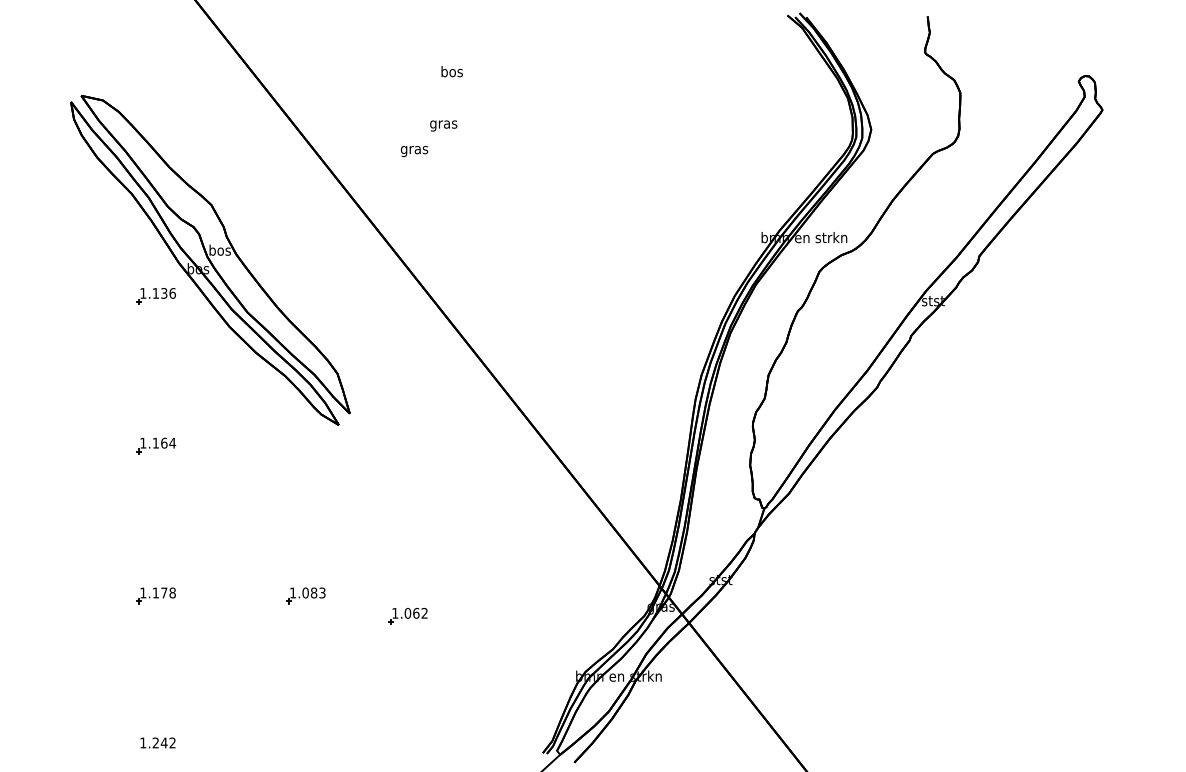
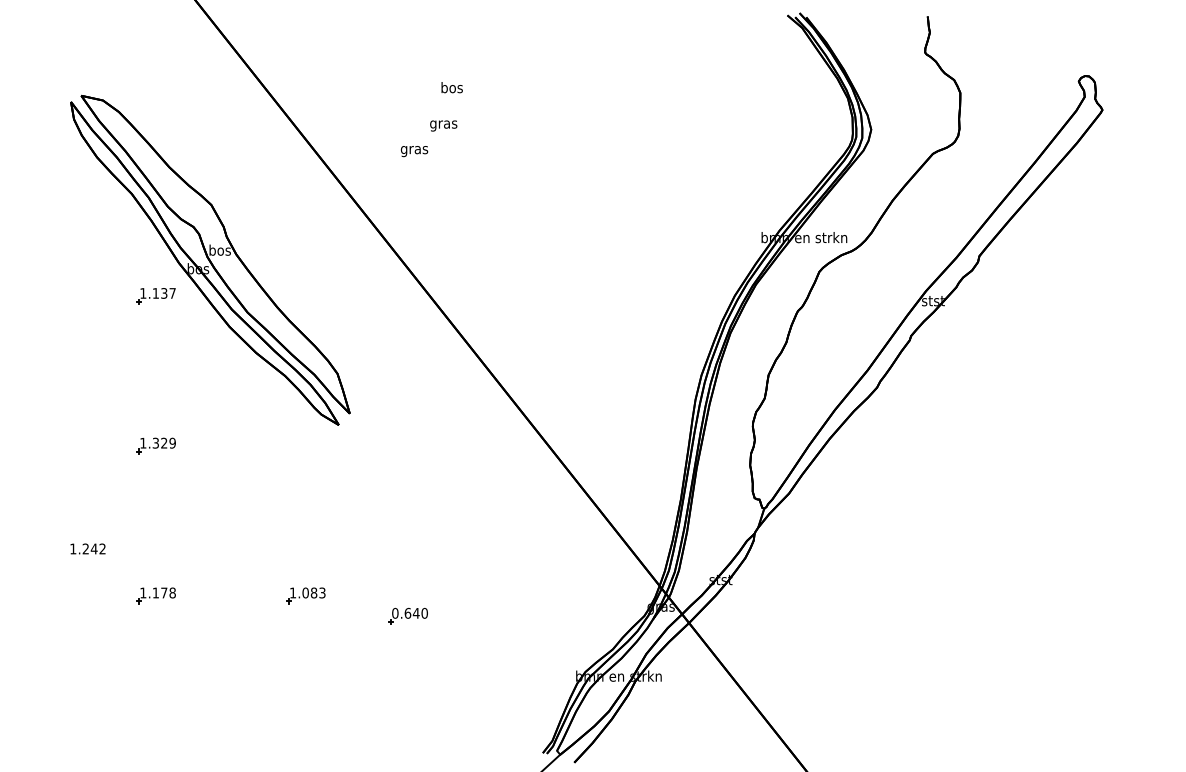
text at (451, 71) position: (451, 71) -> (451, 87)
text at (172, 293): 1.136 -> 1.137
text at (164, 442): 1.164 -> 1.329
text at (409, 612): 1.062 -> 0.640
text at (157, 742) position: (157, 742) -> (87, 548)
